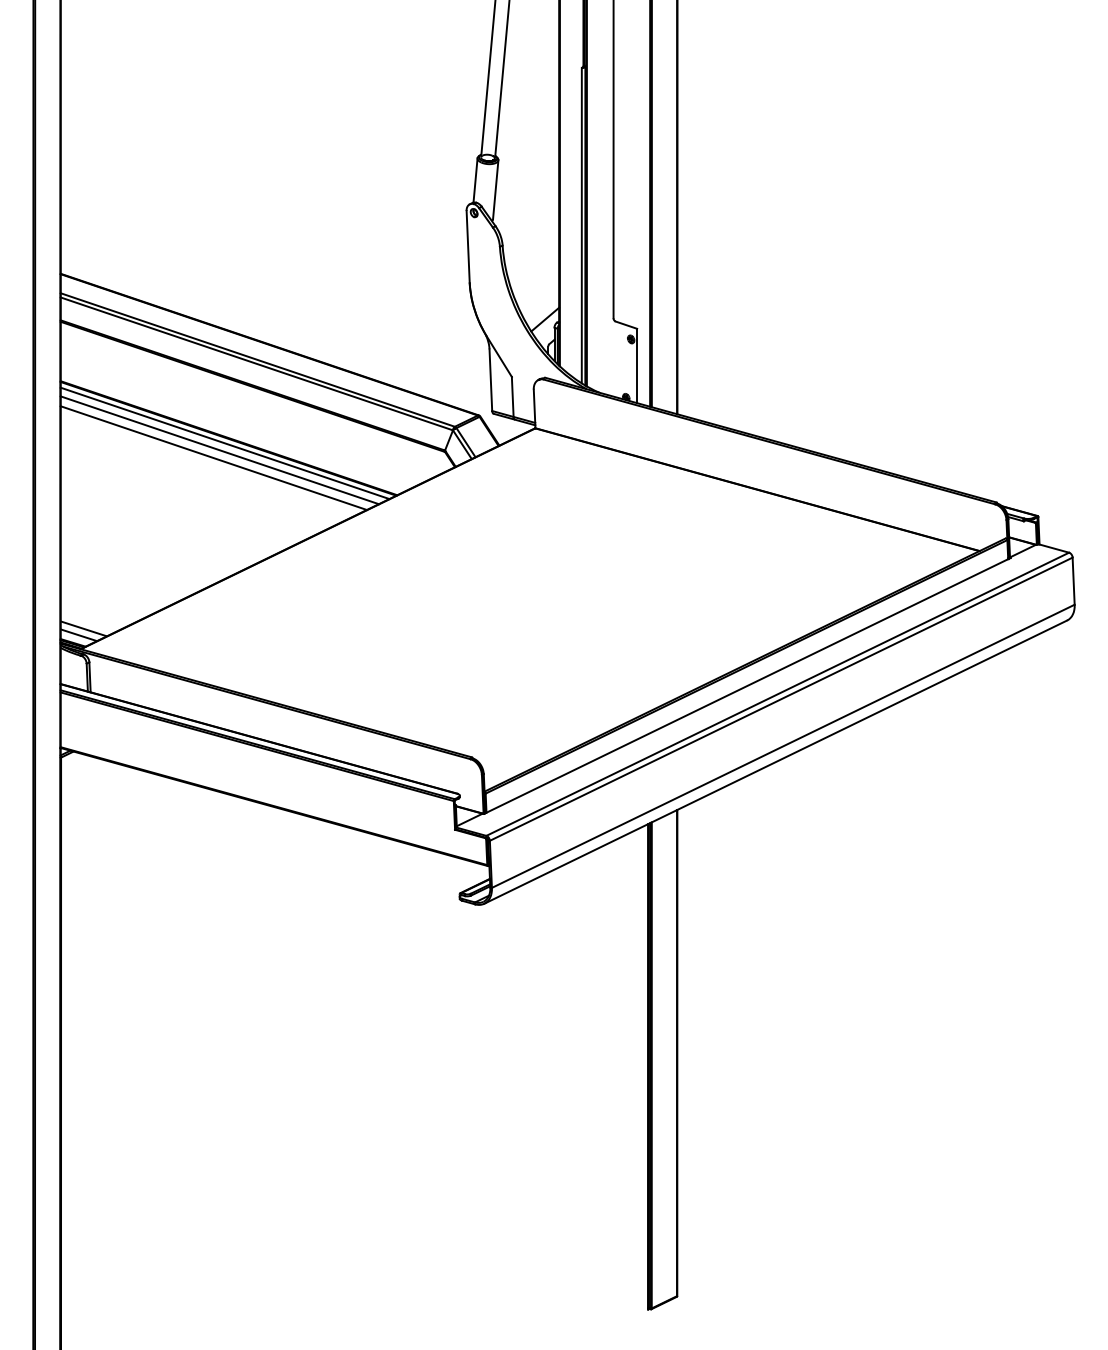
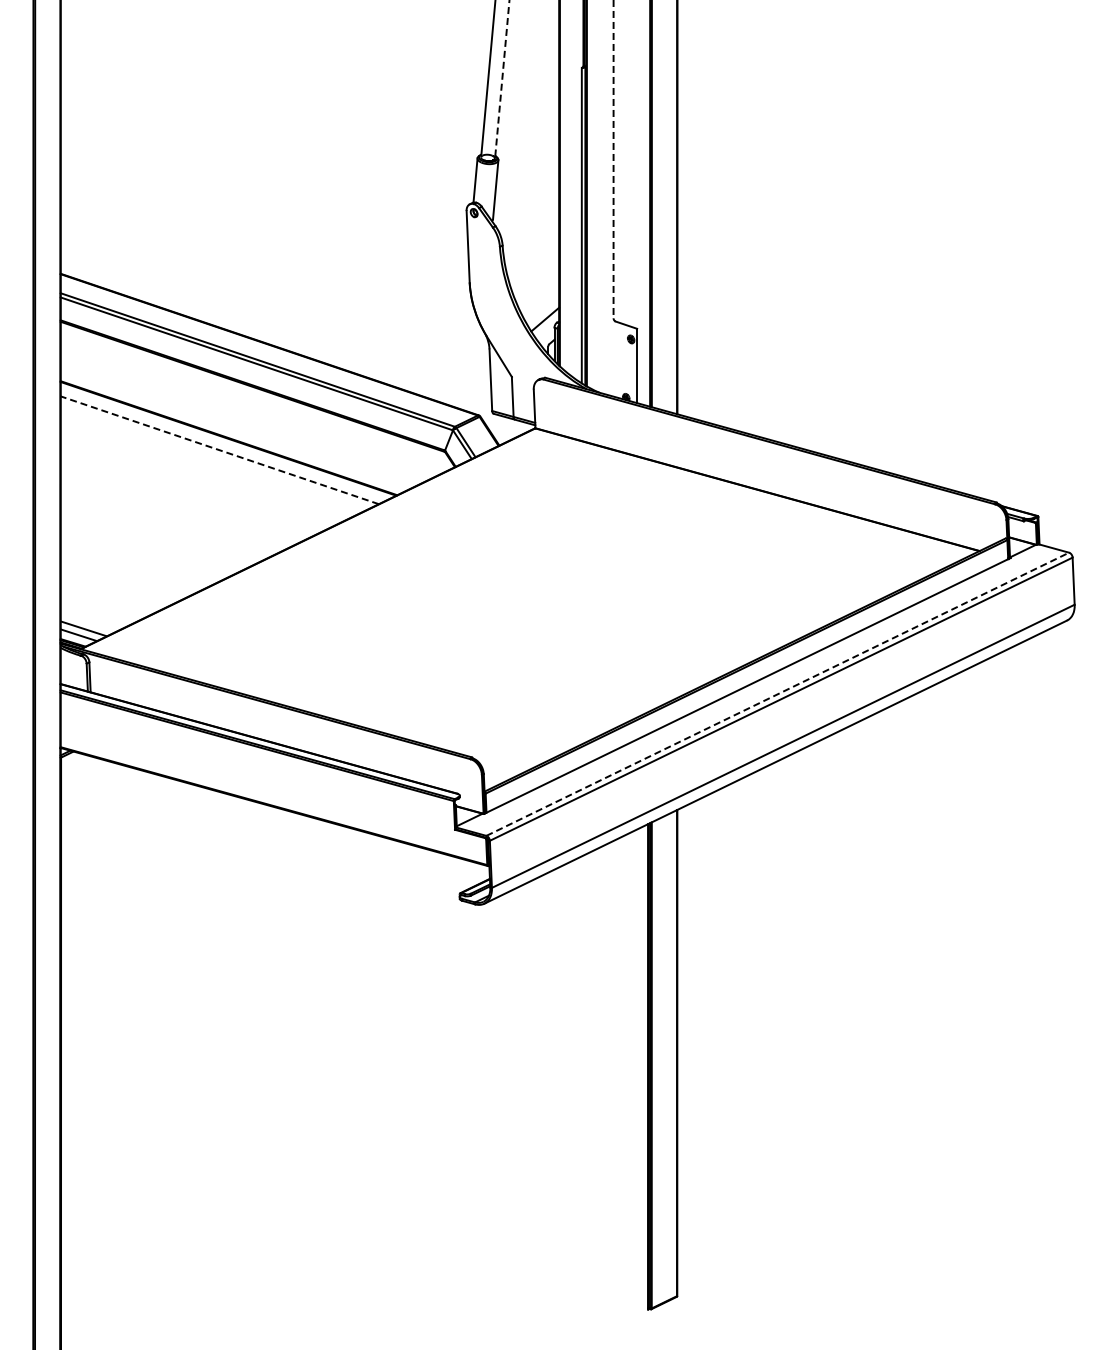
line at (502, 77): solid -> dashed
line at (613, 159): solid -> dashed
line at (224, 443): present -> none
line at (219, 450): solid -> dashed
line at (213, 458): present -> none
line at (777, 694): solid -> dashed
